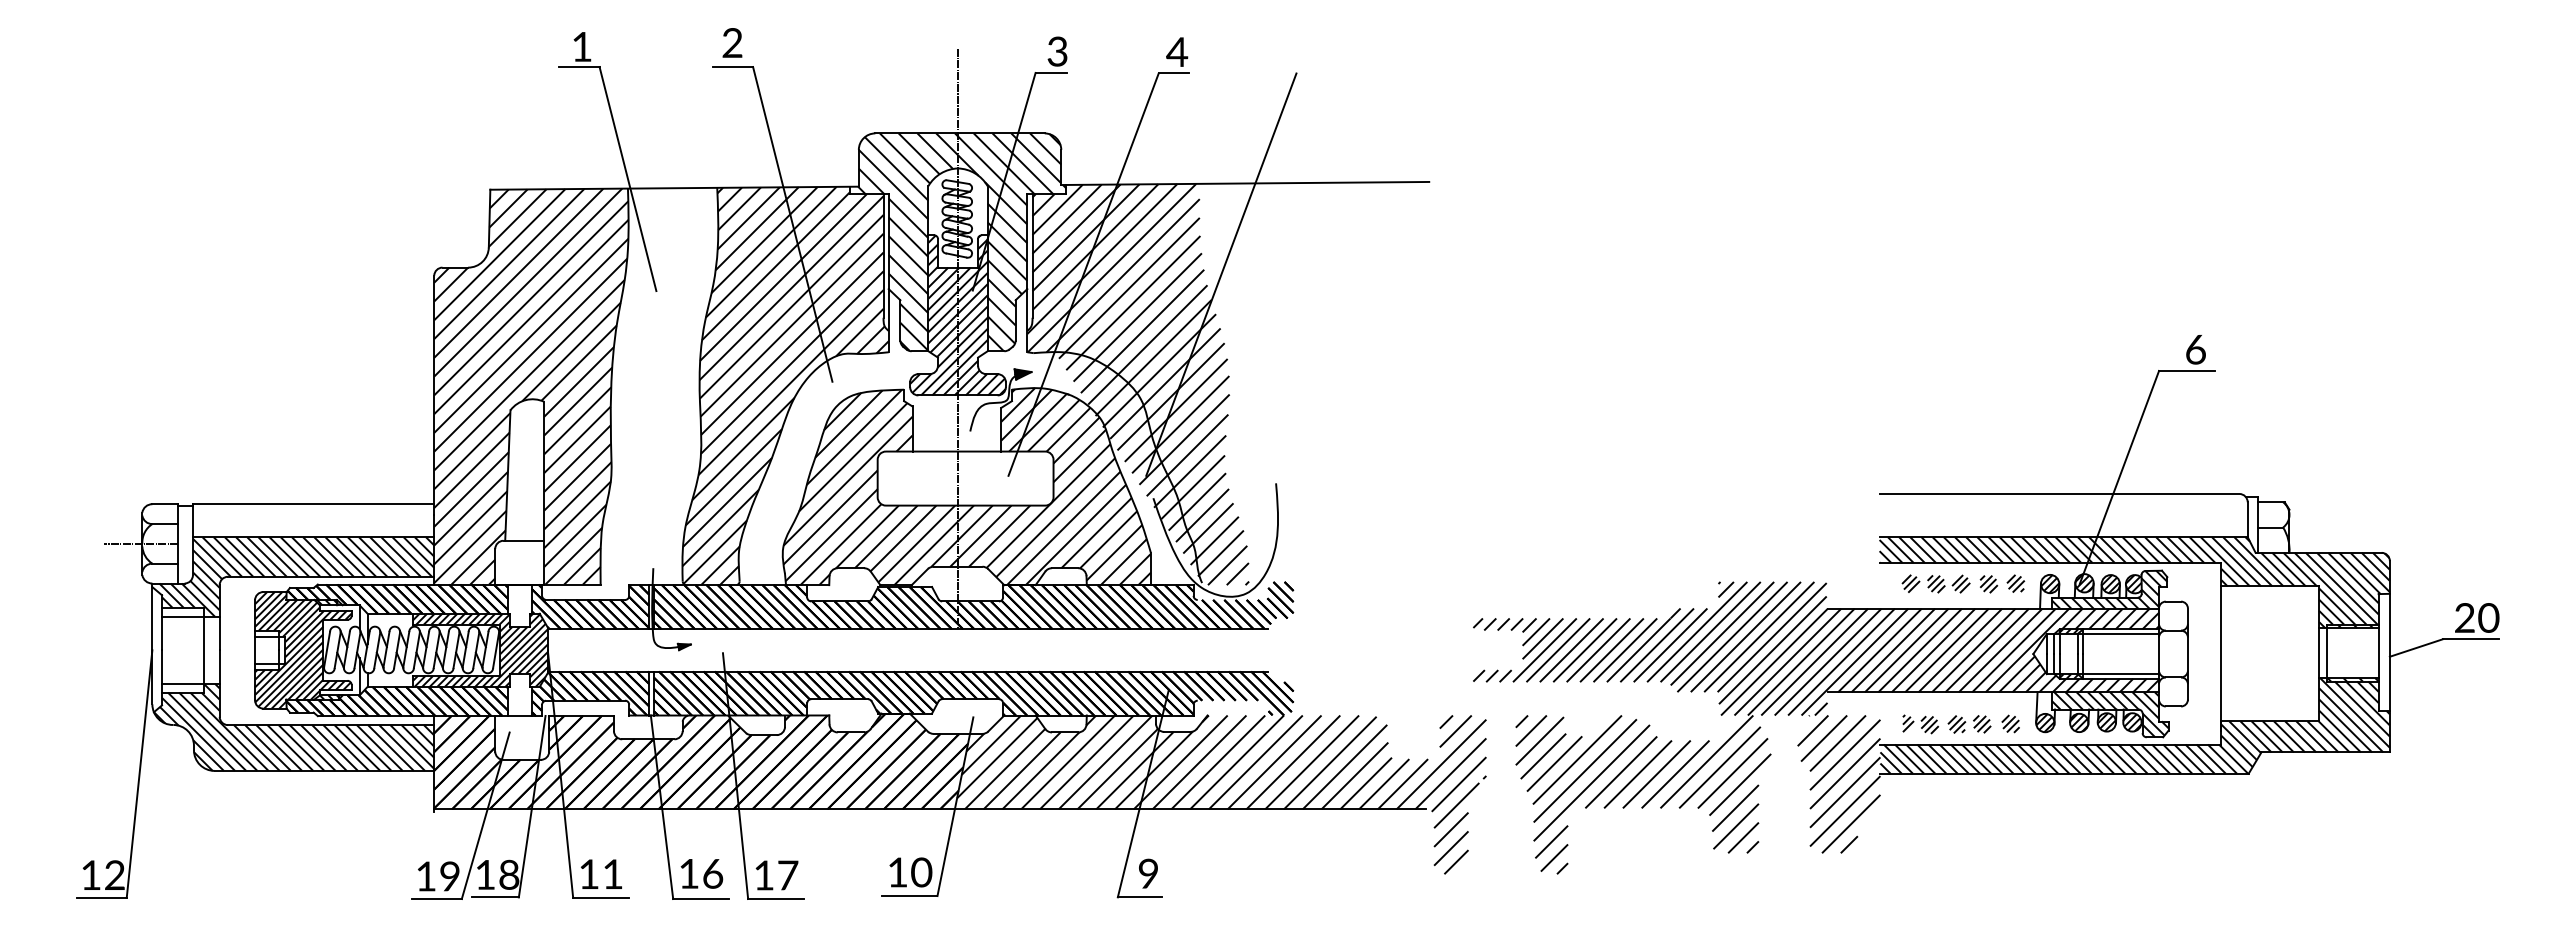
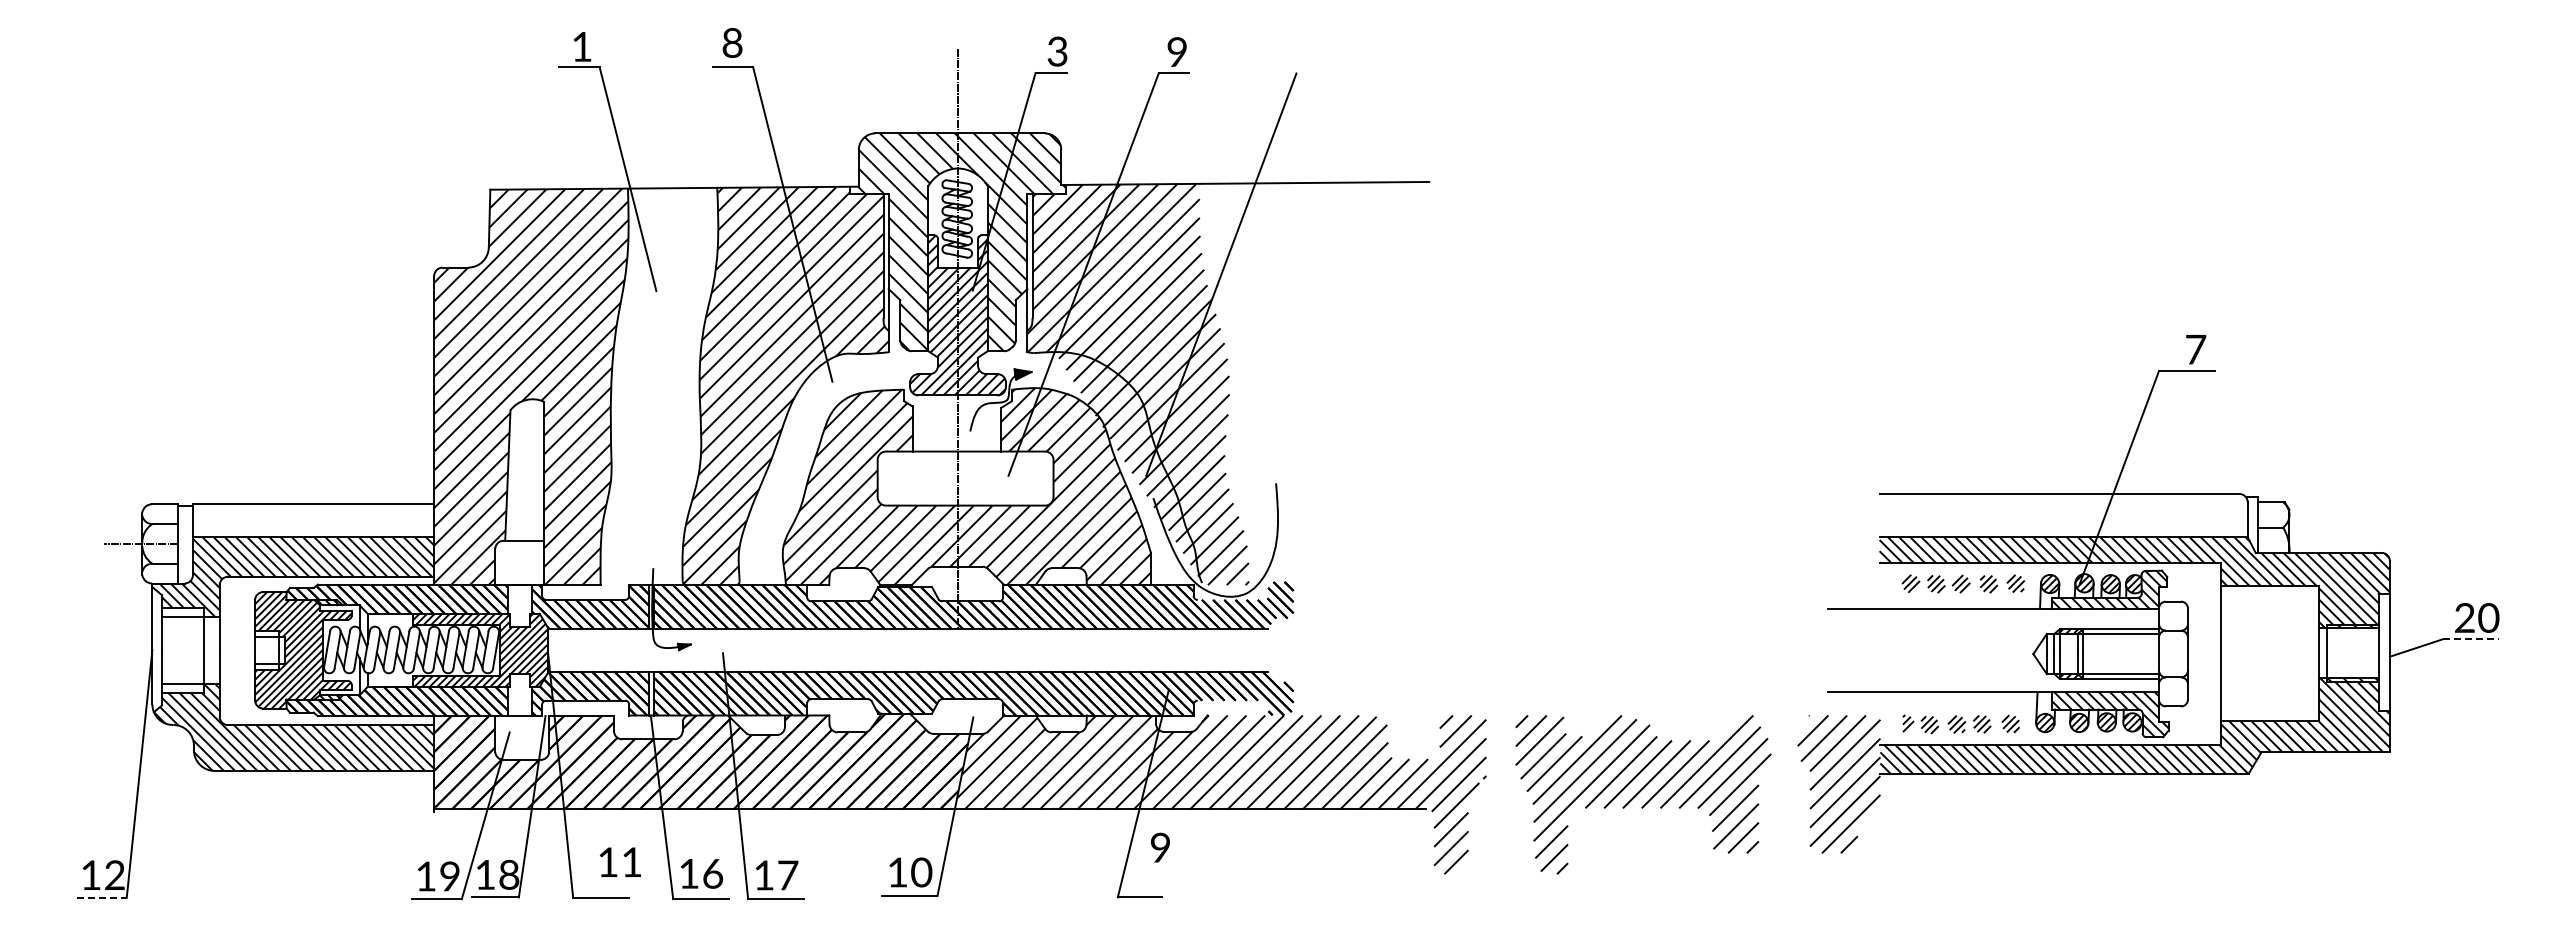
text at (732, 43): 2 -> 8
text at (1177, 51): 4 -> 9
text at (2196, 349): 6 -> 7
line at (2471, 639): solid -> dashed
hatch at (1815, 648): present -> none
text at (601, 873) position: (601, 873) -> (620, 861)
text at (1148, 873) position: (1148, 873) -> (1160, 847)
line at (102, 897): solid -> dashed
